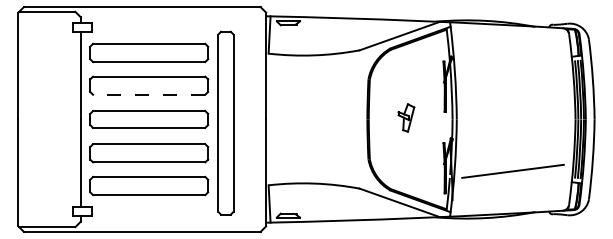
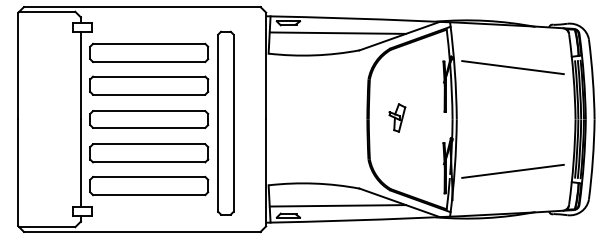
line at (337, 32): none -> present
line at (512, 67): none -> present
line at (148, 94): dashed -> solid
part at (406, 117) position: (406, 117) -> (397, 117)
line at (337, 205): none -> present
